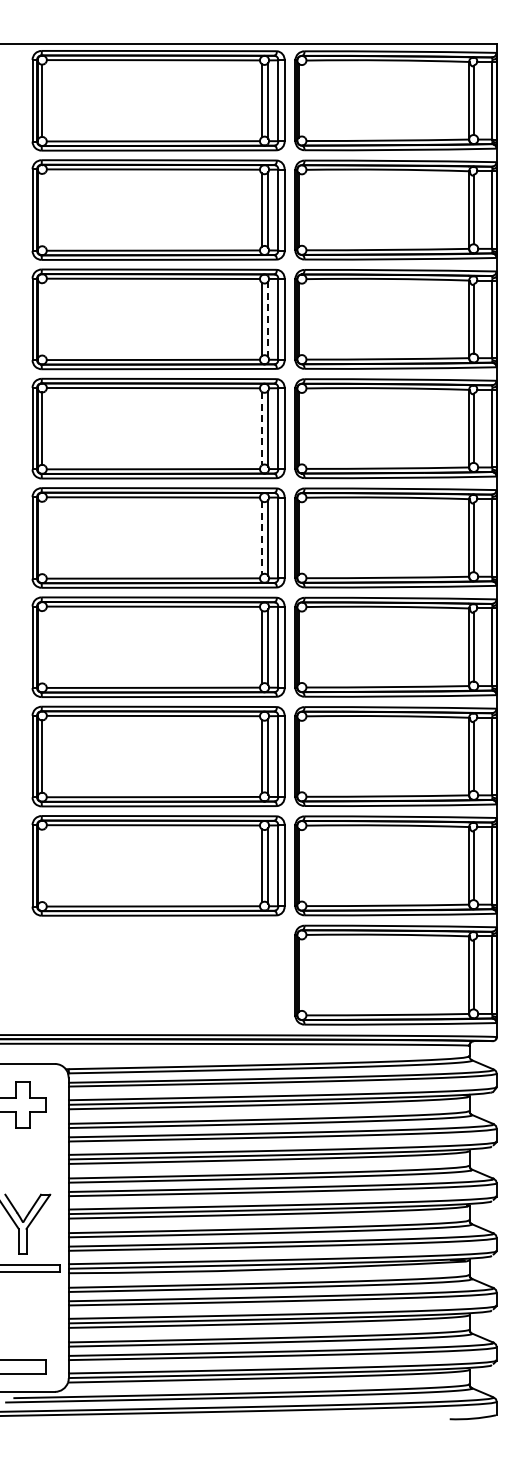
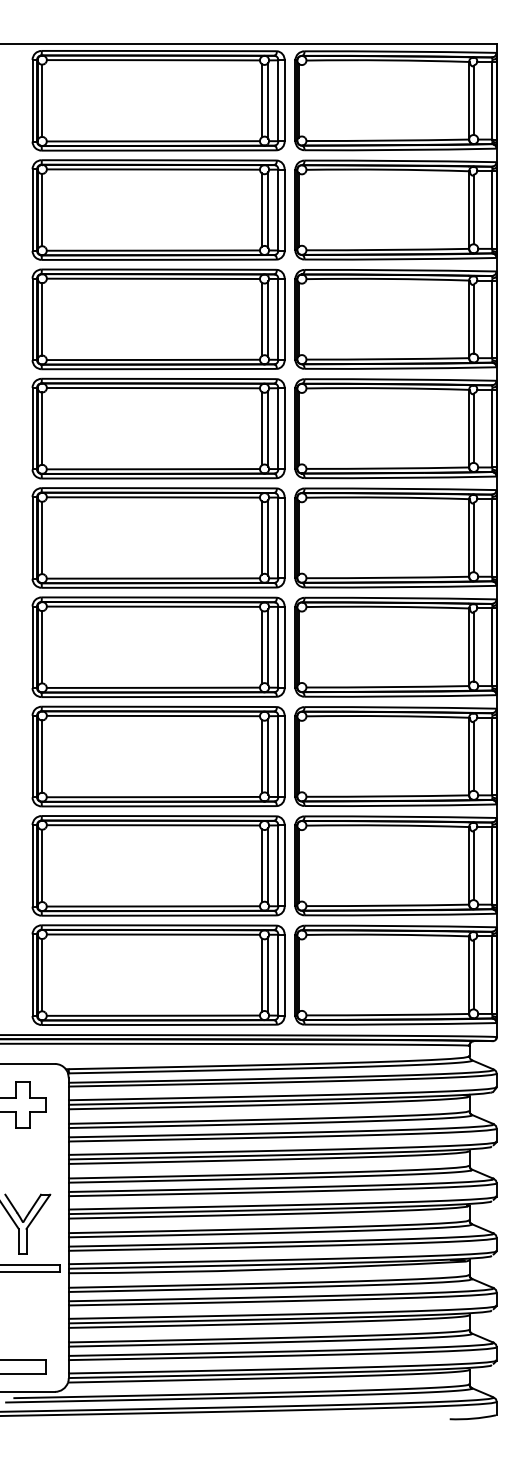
line at (42, 209): none -> present
line at (42, 319): none -> present
line at (268, 319): dashed -> solid
line at (262, 428): dashed -> solid
line at (42, 537): none -> present
line at (262, 537): dashed -> solid
line at (42, 647): none -> present
line at (42, 865): none -> present
part at (158, 974): none -> present
